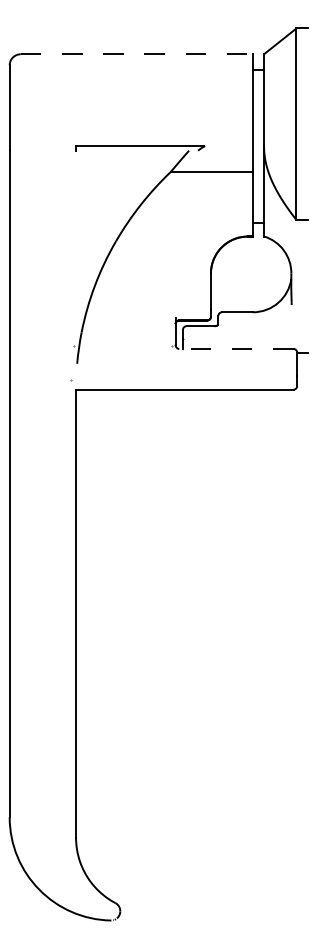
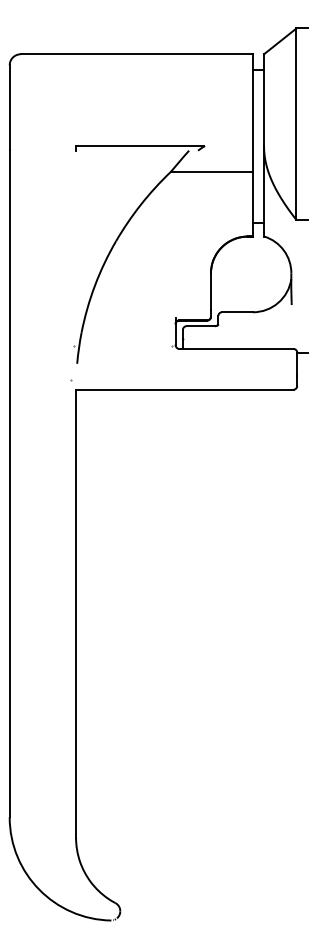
line at (137, 54): dashed -> solid
line at (235, 348): dashed -> solid
